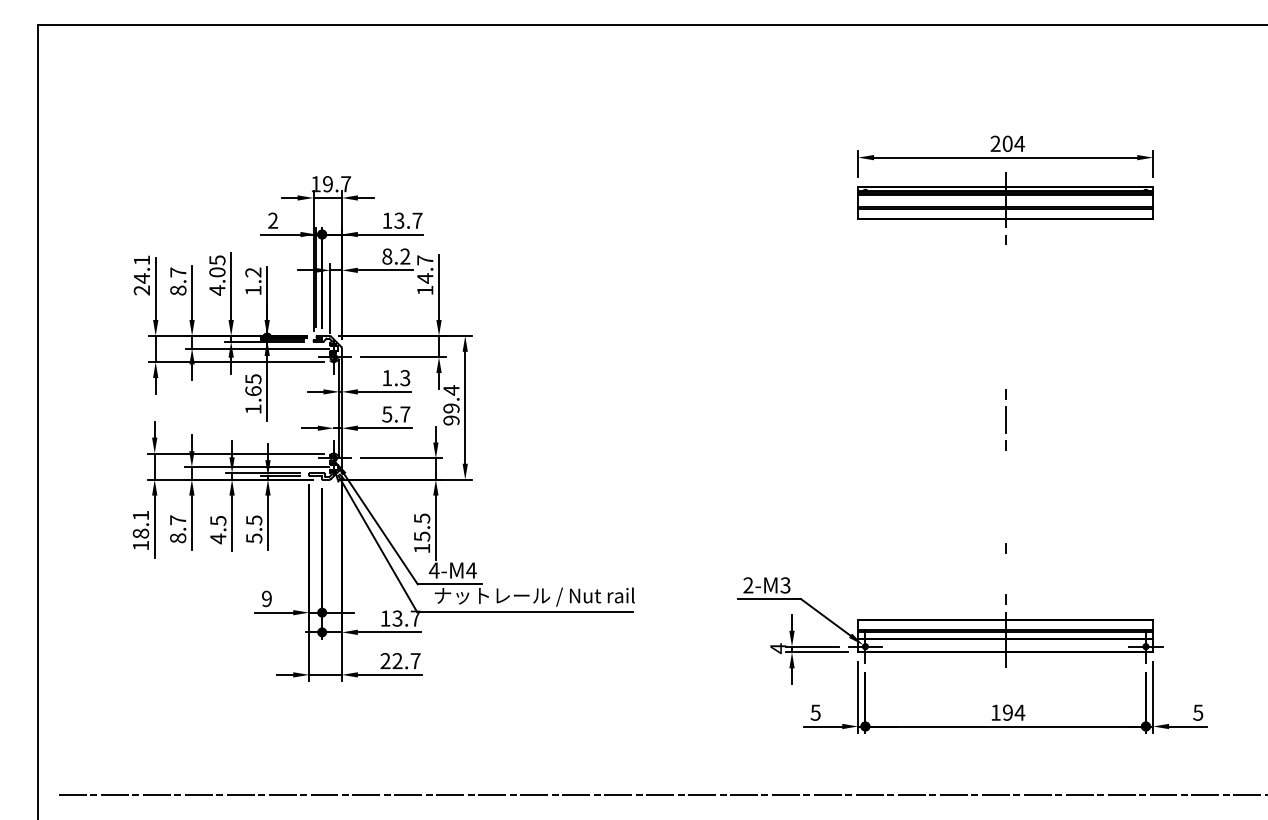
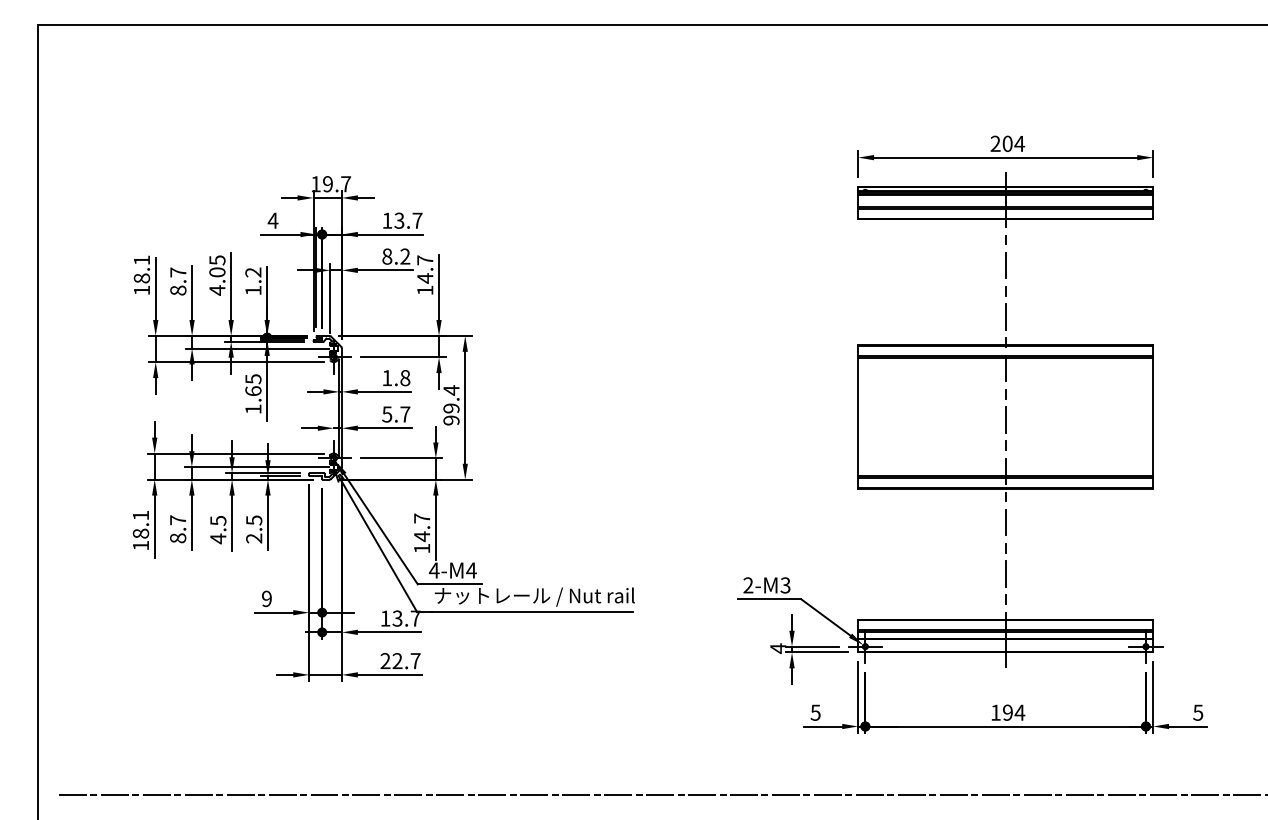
text at (272, 220): 2 -> 4
line at (1005, 265): none -> present
text at (141, 284): 24.1 -> 18.1
text at (405, 378): 1.3 -> 1.8
part at (1005, 393): none -> present
line at (1005, 522): none -> present
text at (422, 527): 15.5 -> 14.7
text at (254, 538): 5.5 -> 2.5
line at (1005, 573): none -> present
